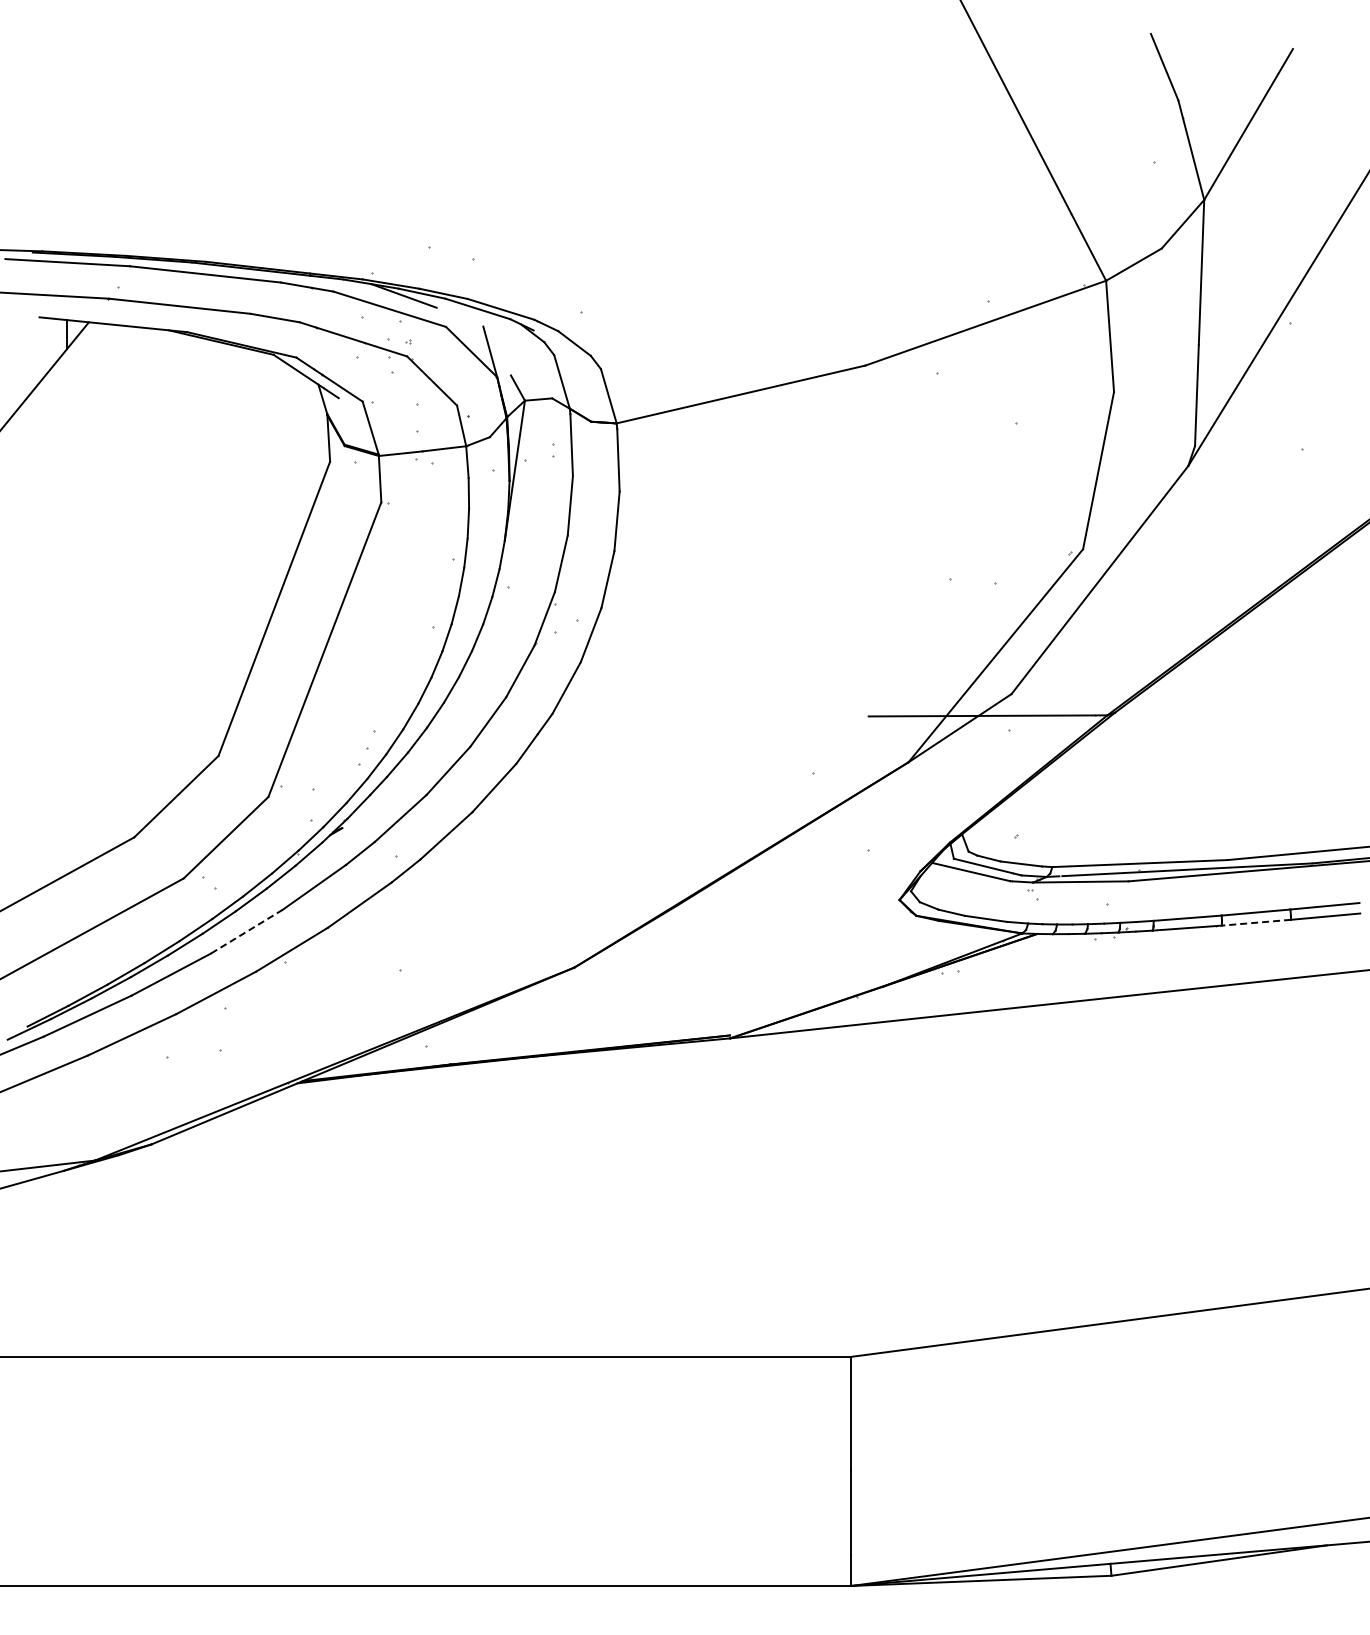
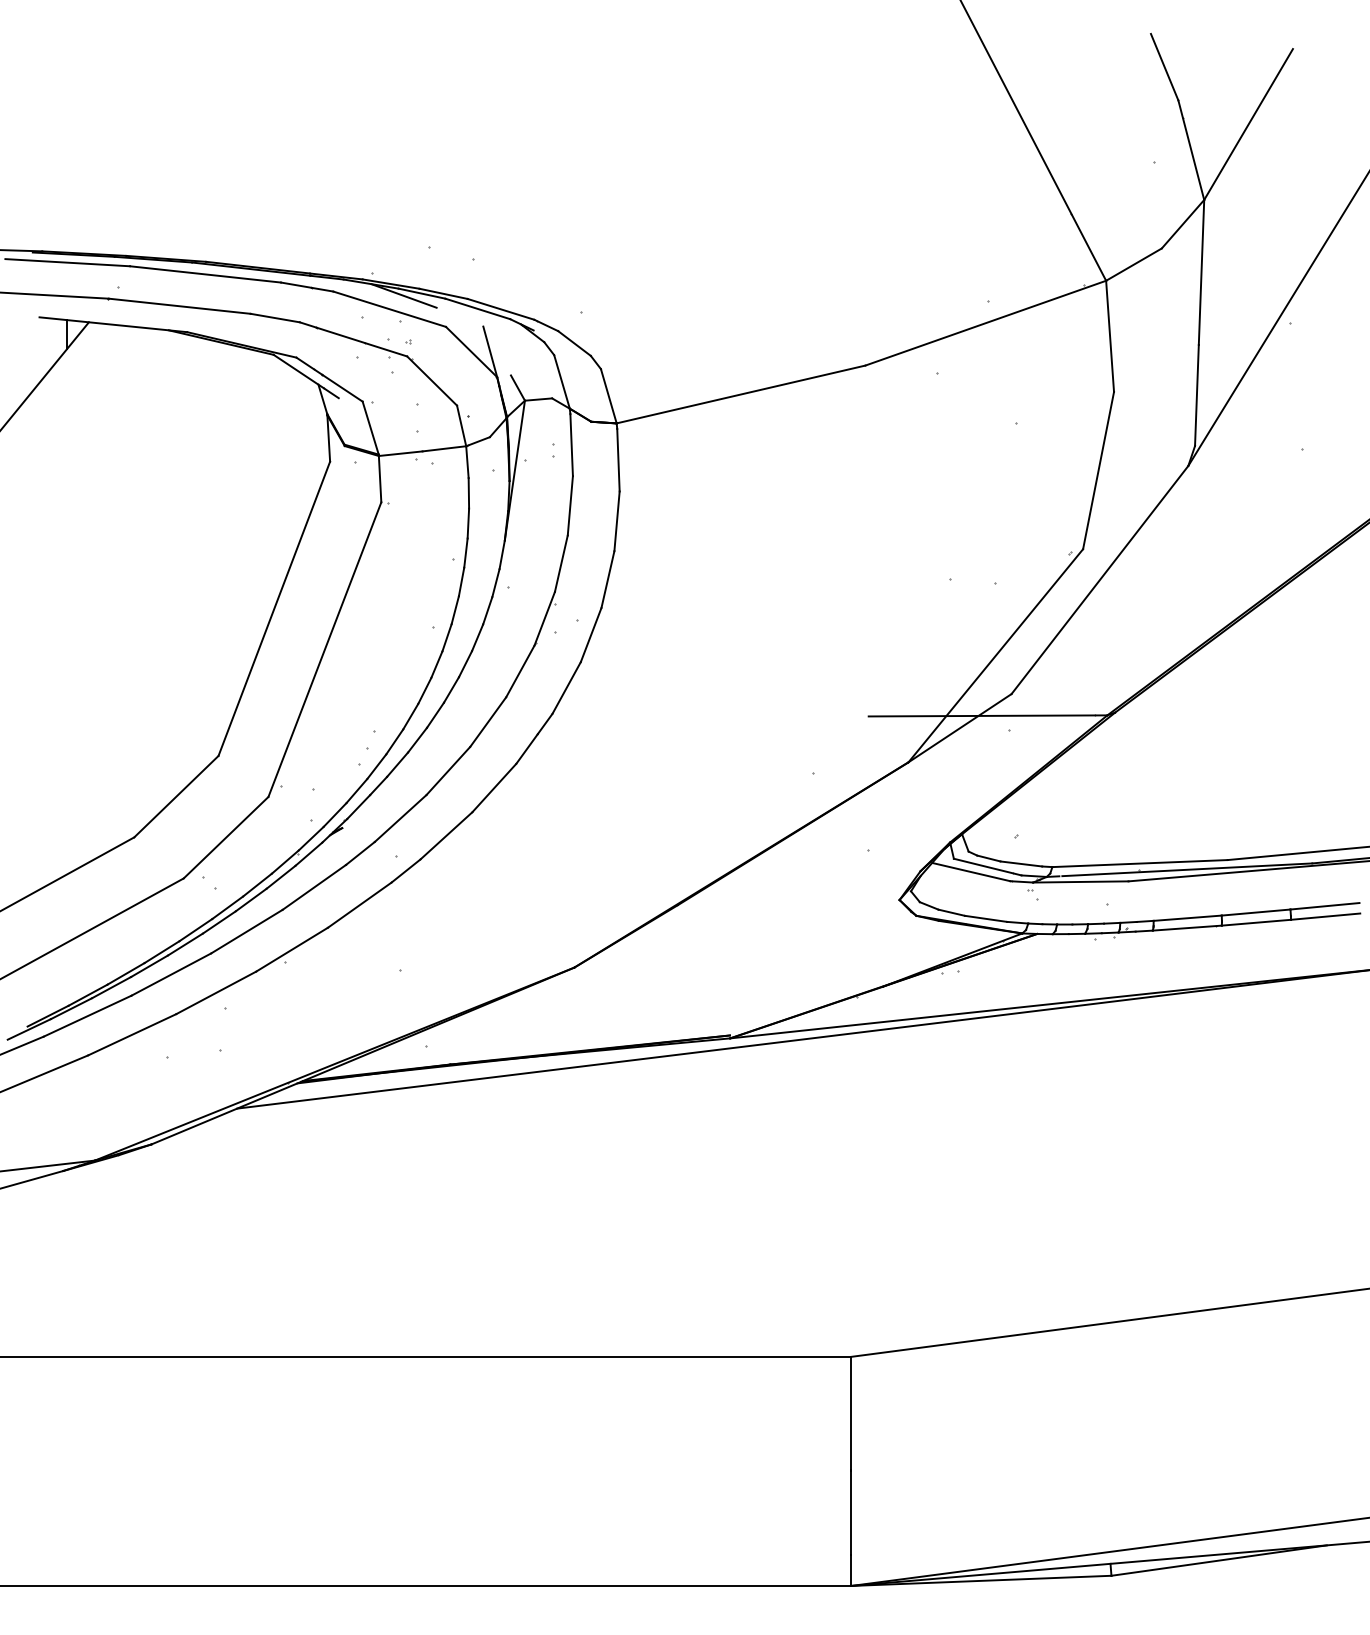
line at (1256, 922): dashed -> solid
line at (246, 931): dashed -> solid
line at (801, 1039): none -> present
